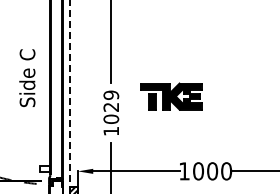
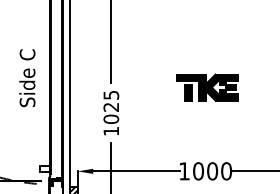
text at (110, 94): 1029 -> 1025
line at (70, 96): dashed -> solid
part at (171, 96) position: (171, 96) -> (207, 87)
